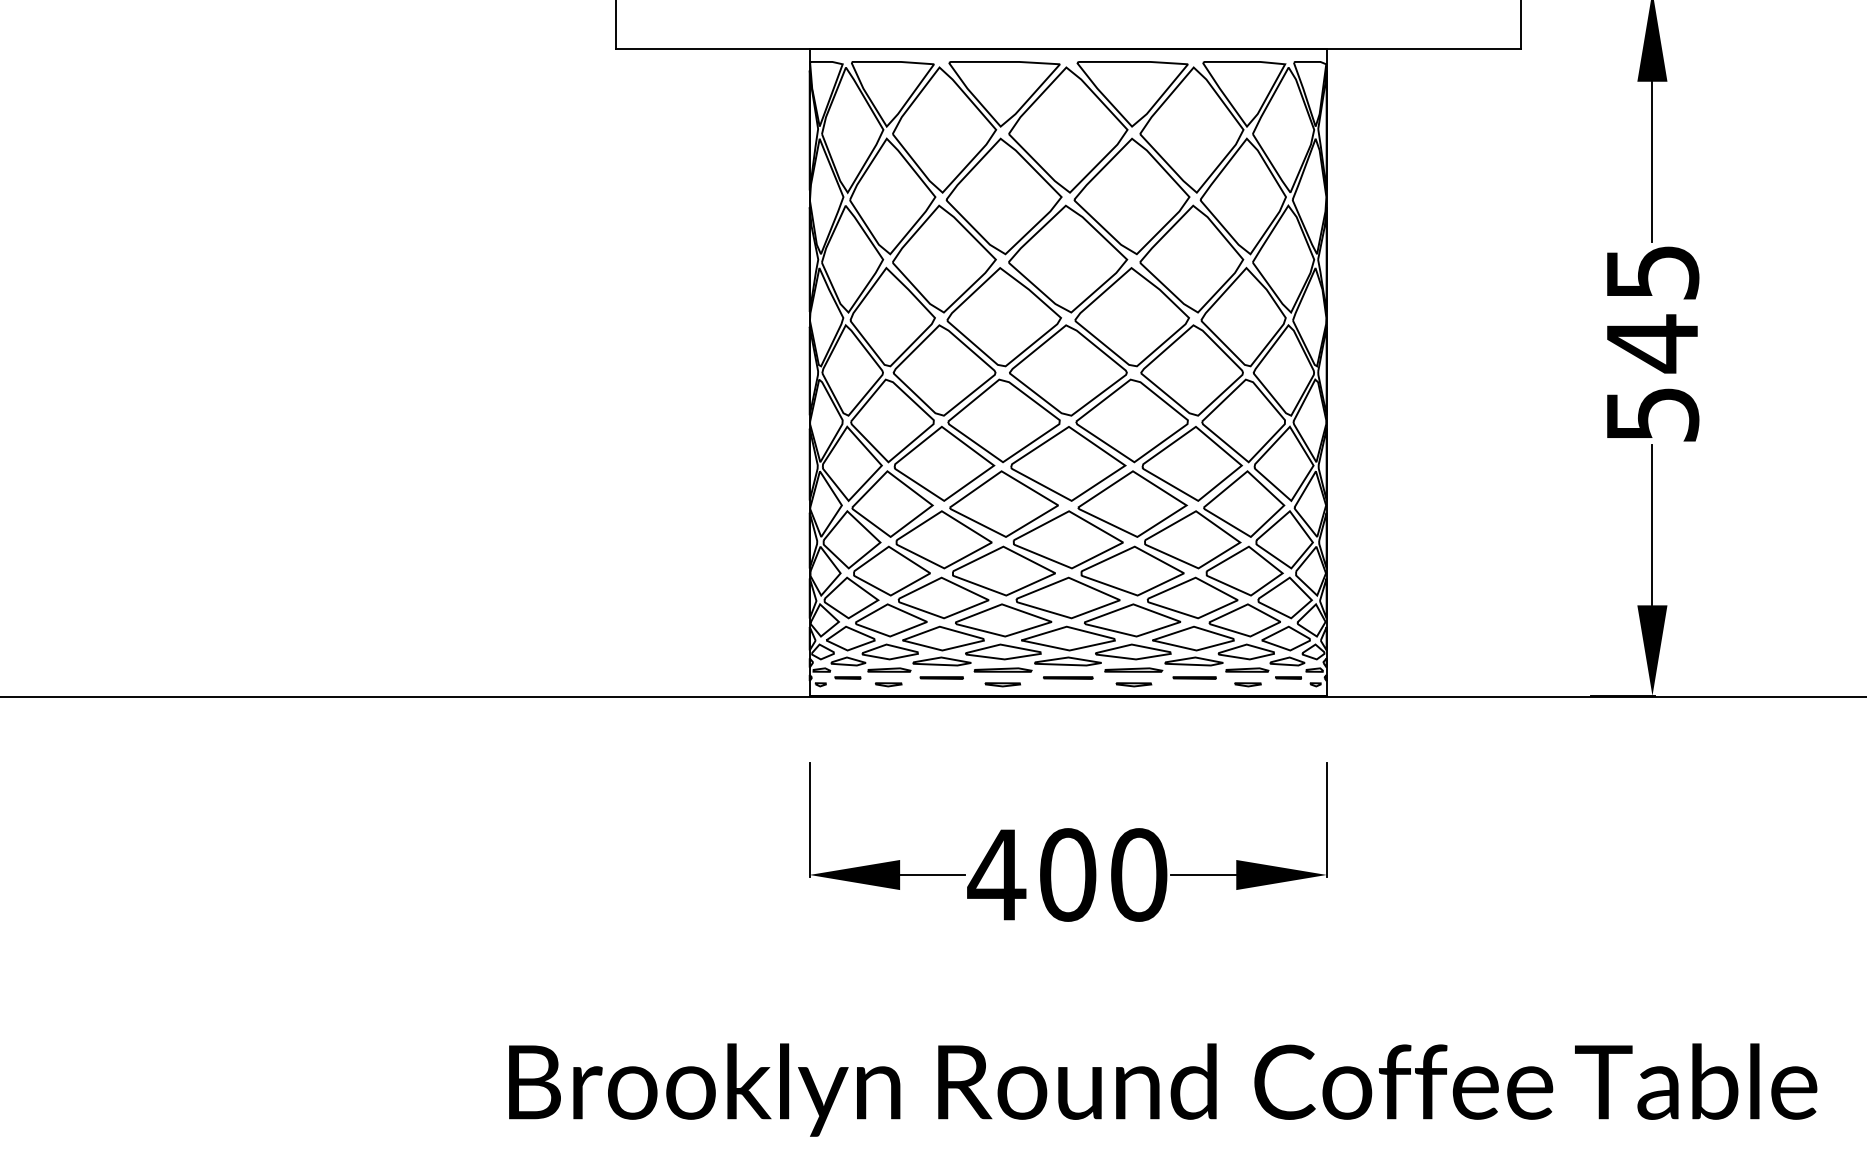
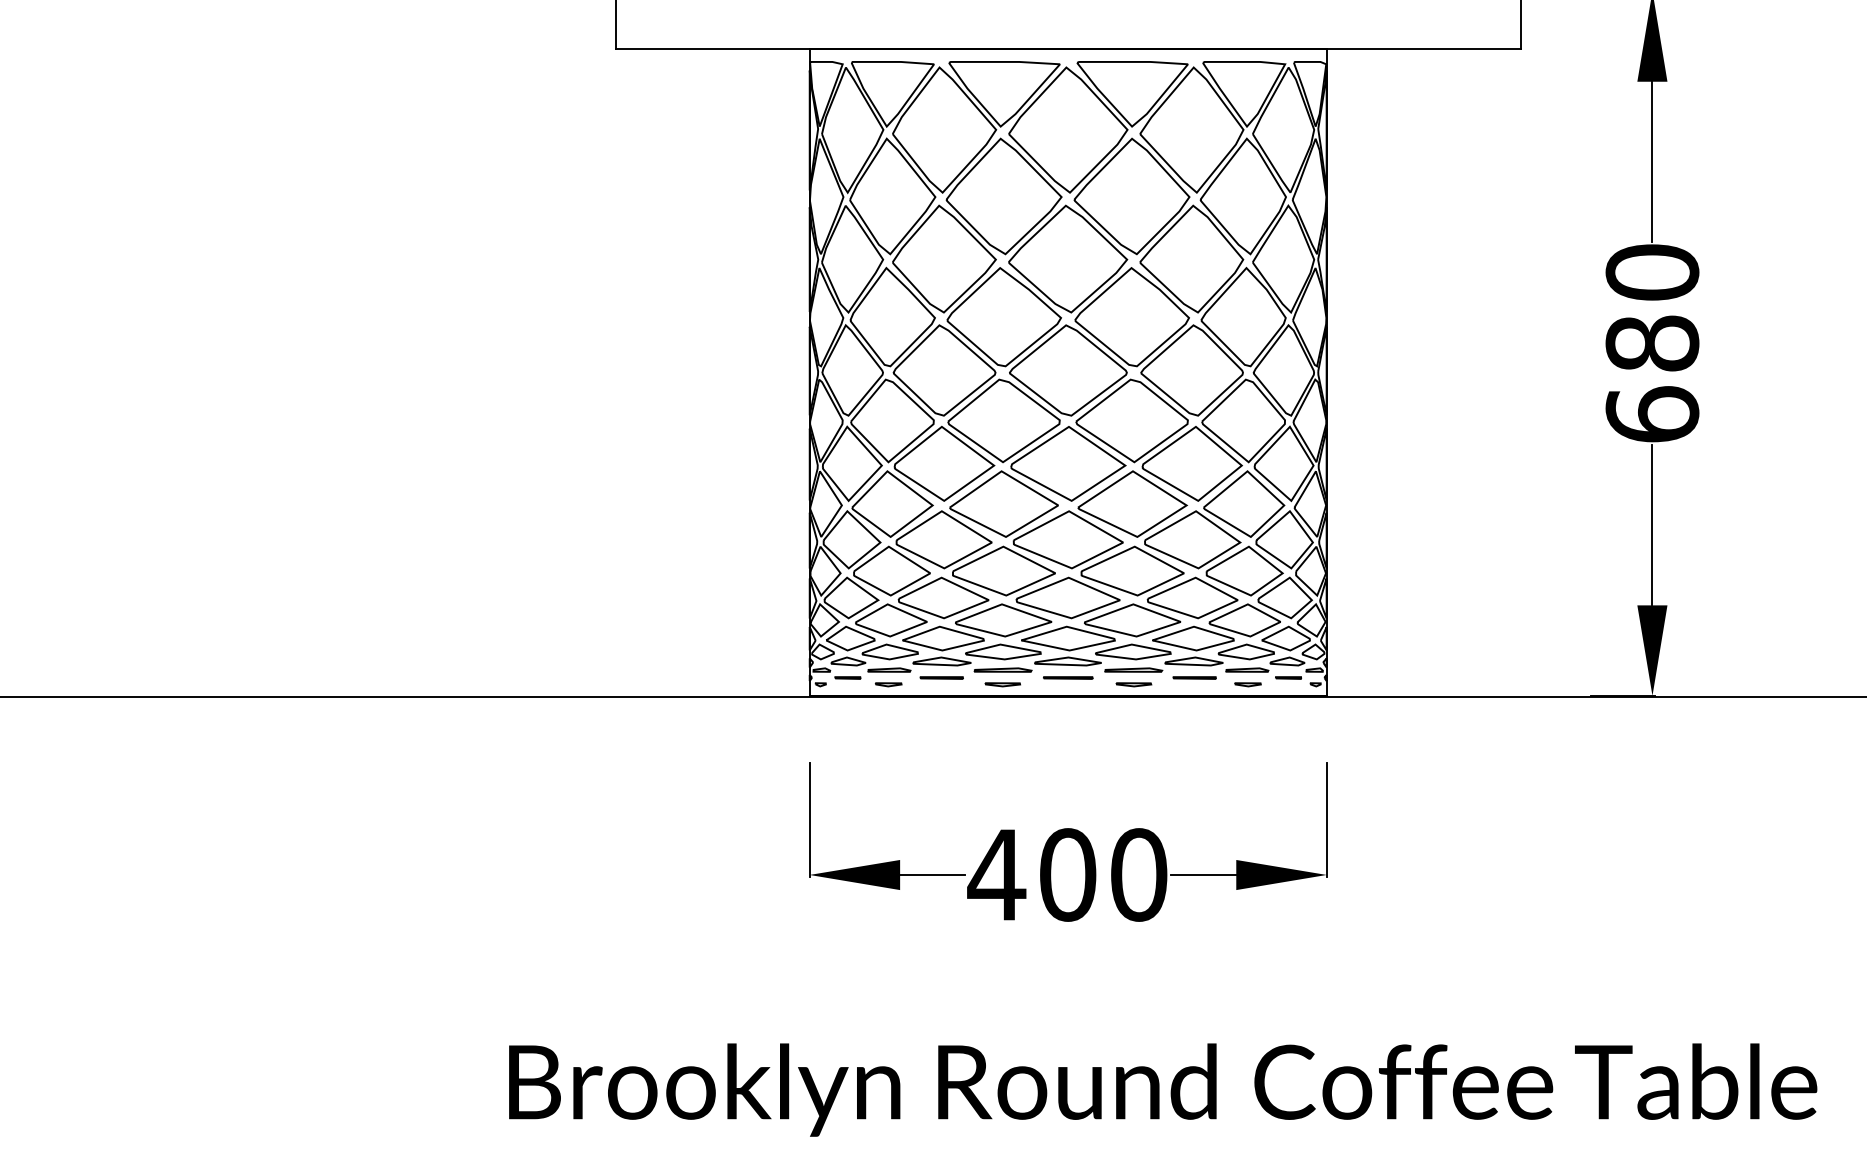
text at (1652, 343): 545 -> 680
